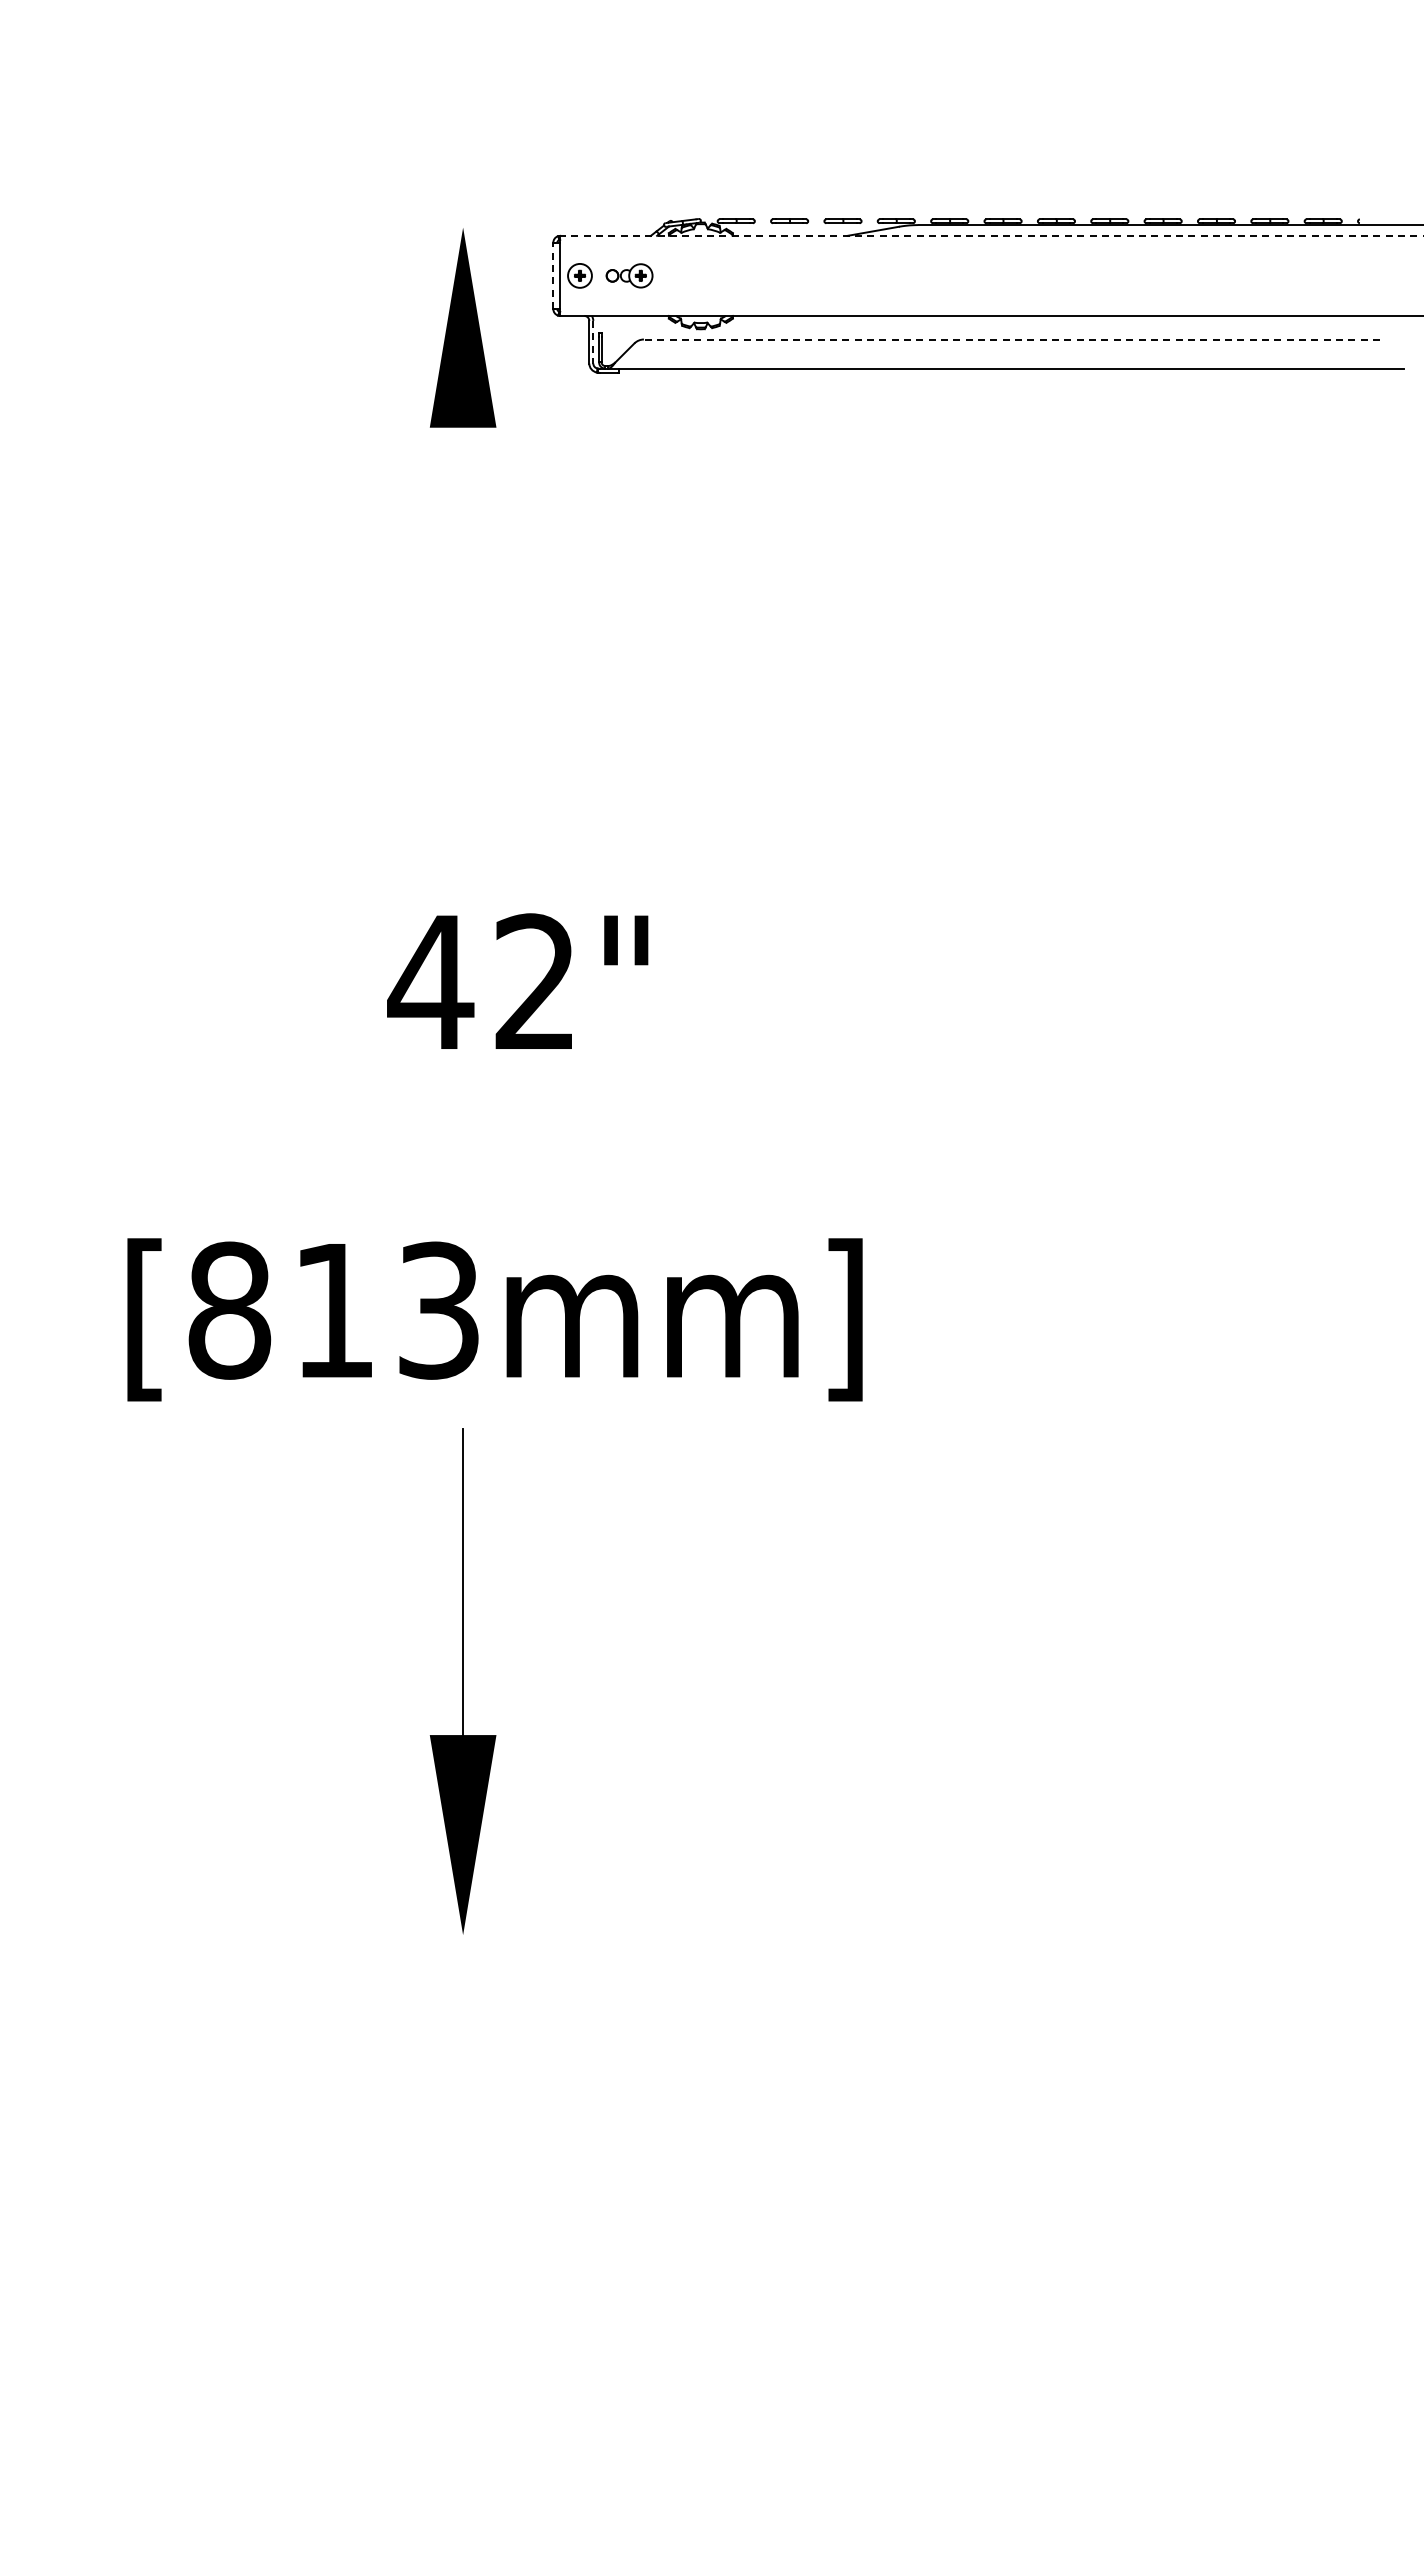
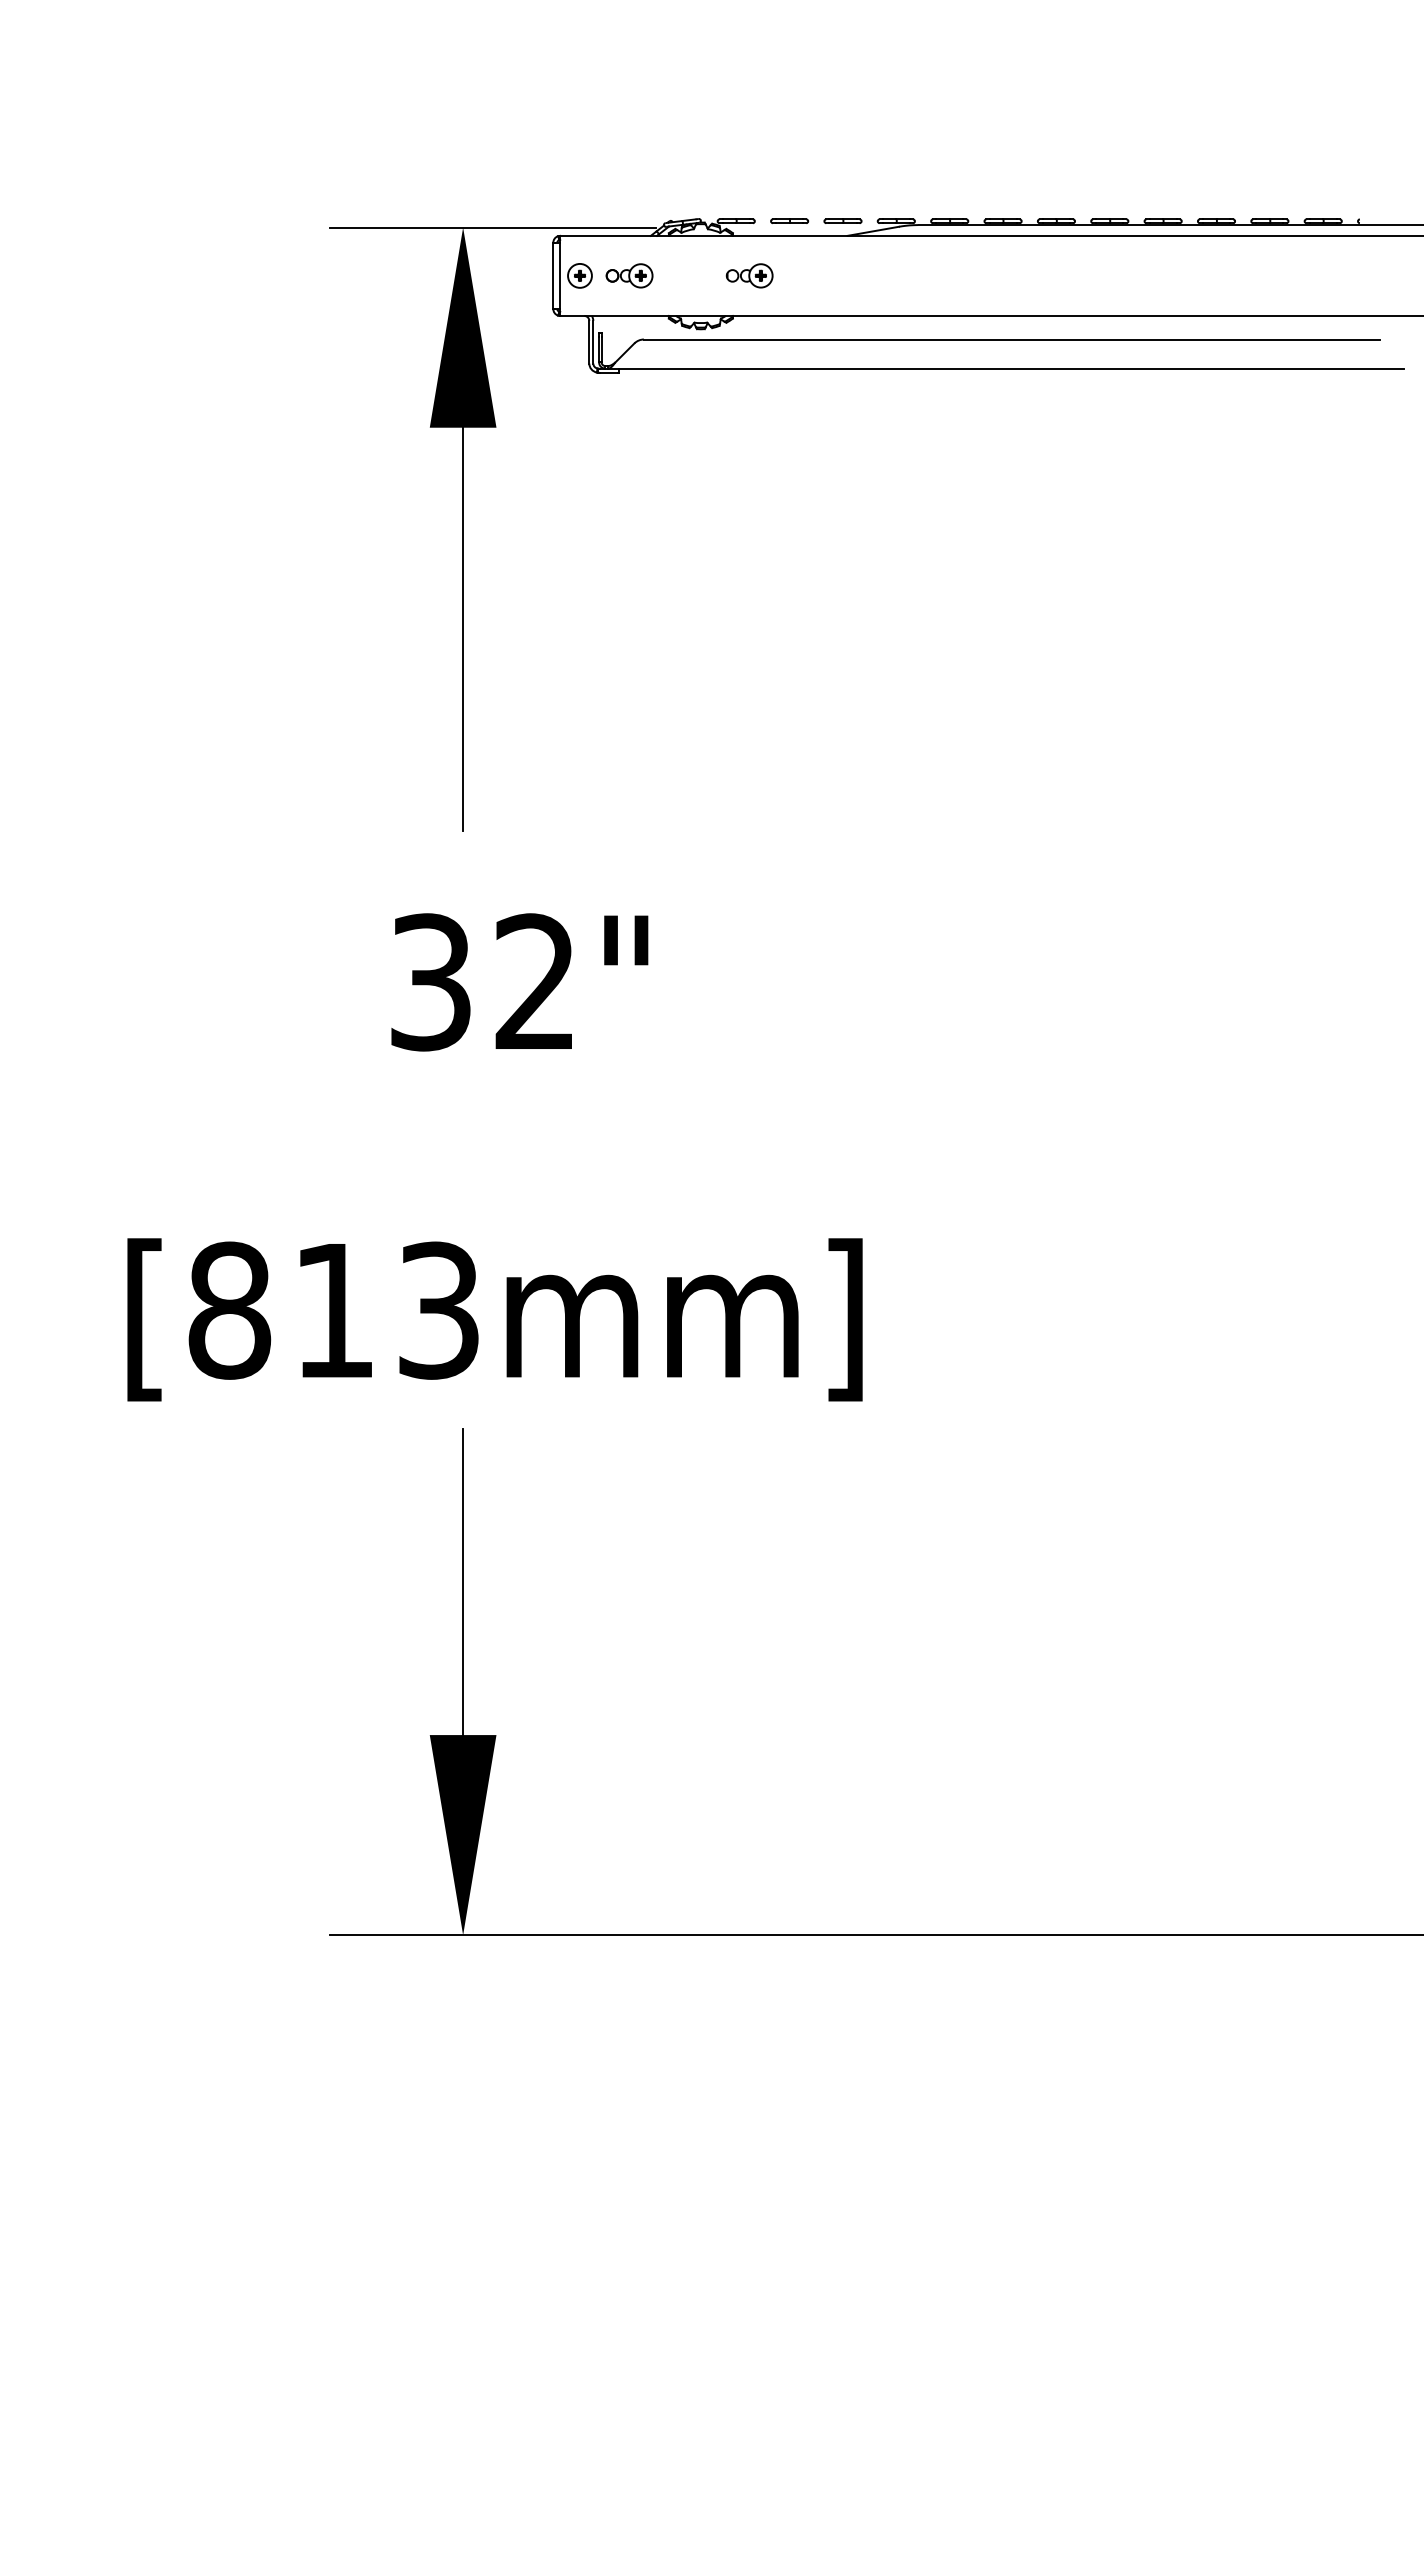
line at (492, 227): none -> present
line at (991, 235): dashed -> solid
line at (553, 275): dashed -> solid
part at (749, 275): none -> present
line at (1011, 339): dashed -> solid
line at (593, 342): dashed -> solid
line at (463, 586): none -> present
text at (430, 982): 42" -> 32"
line at (874, 1935): none -> present
